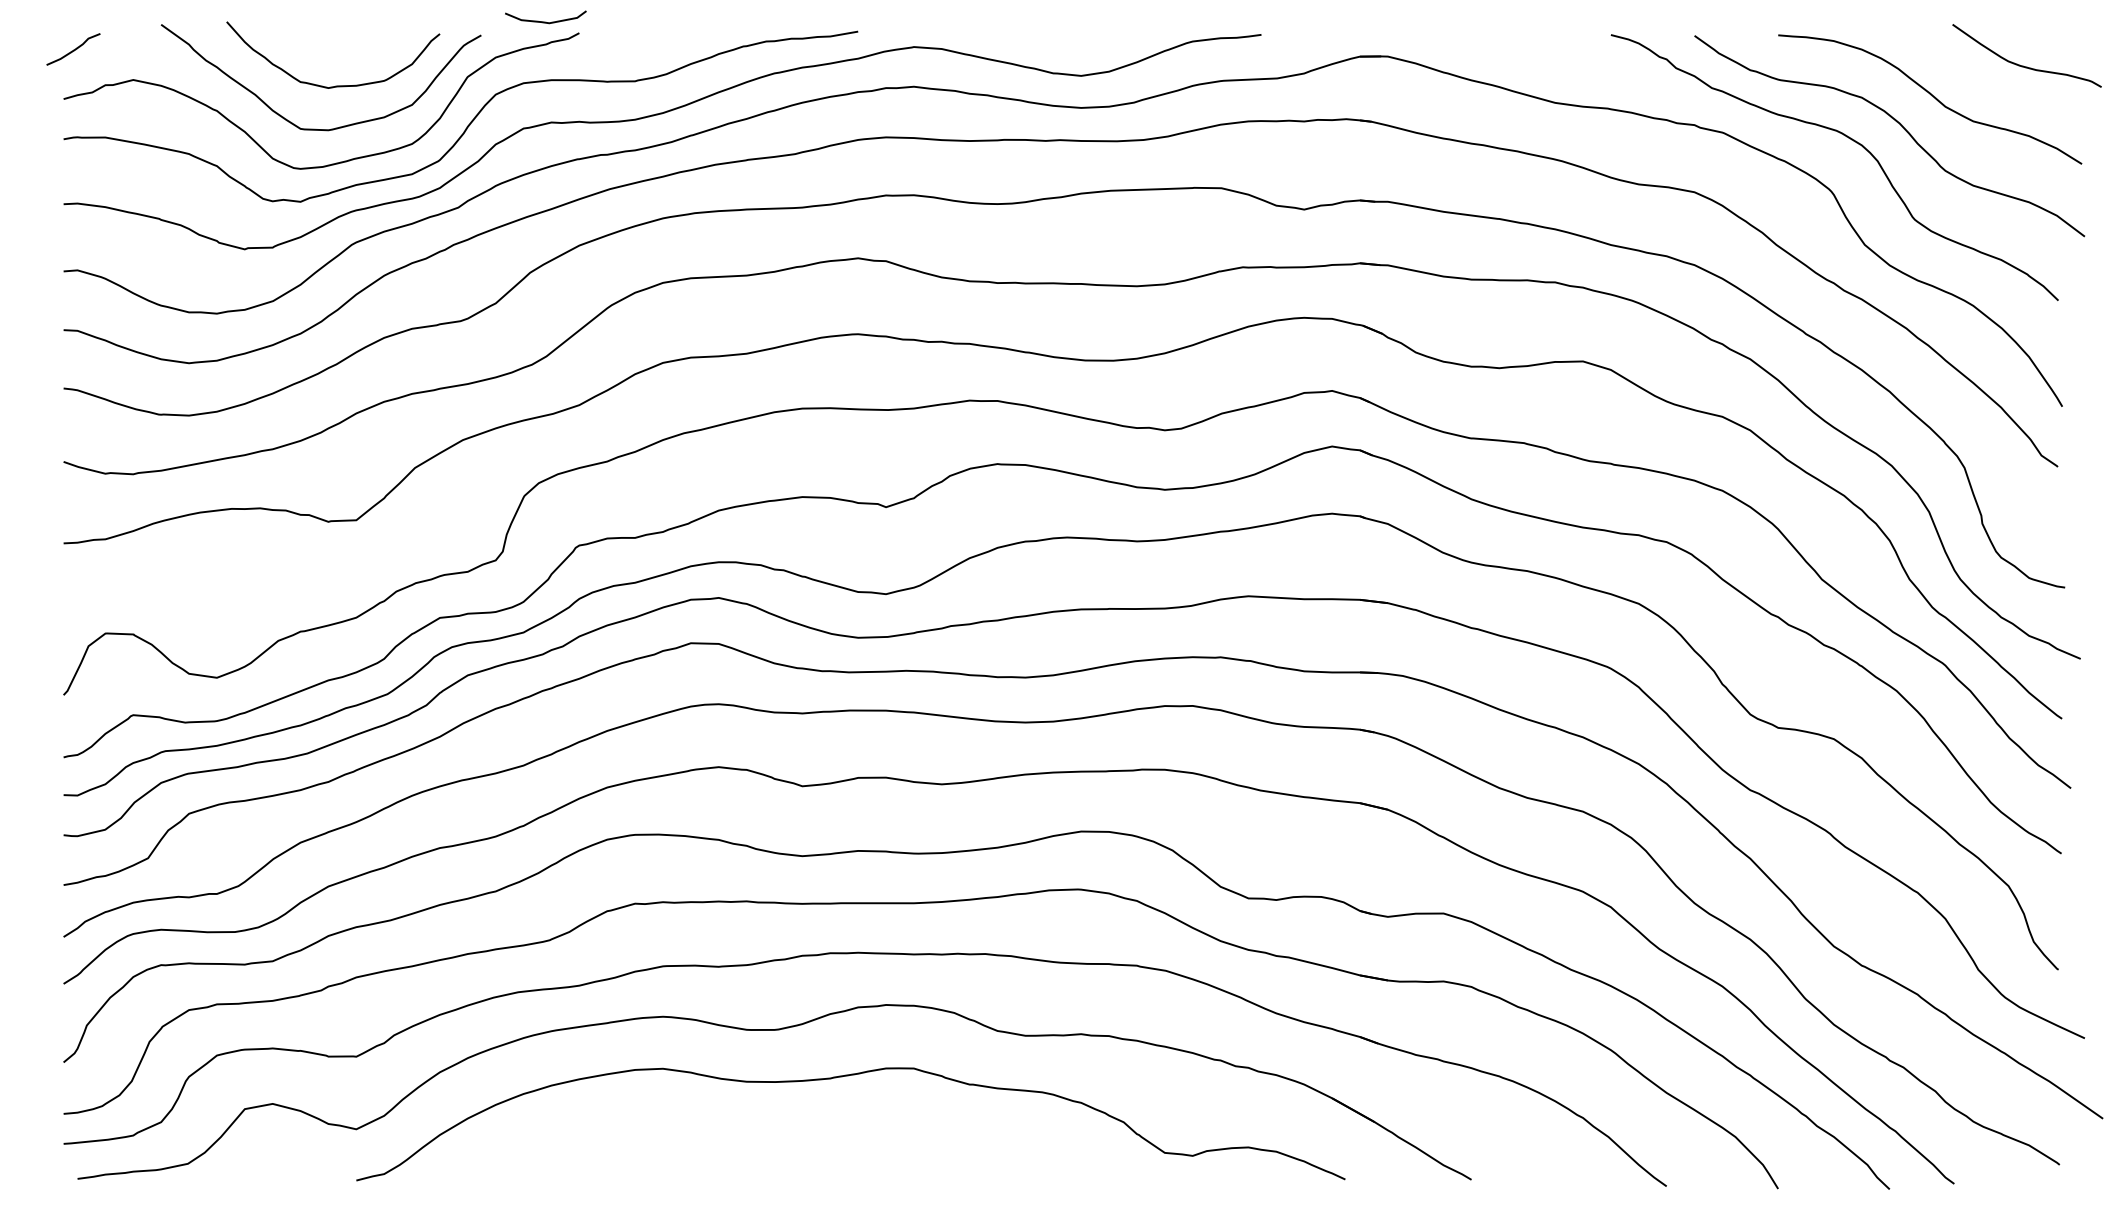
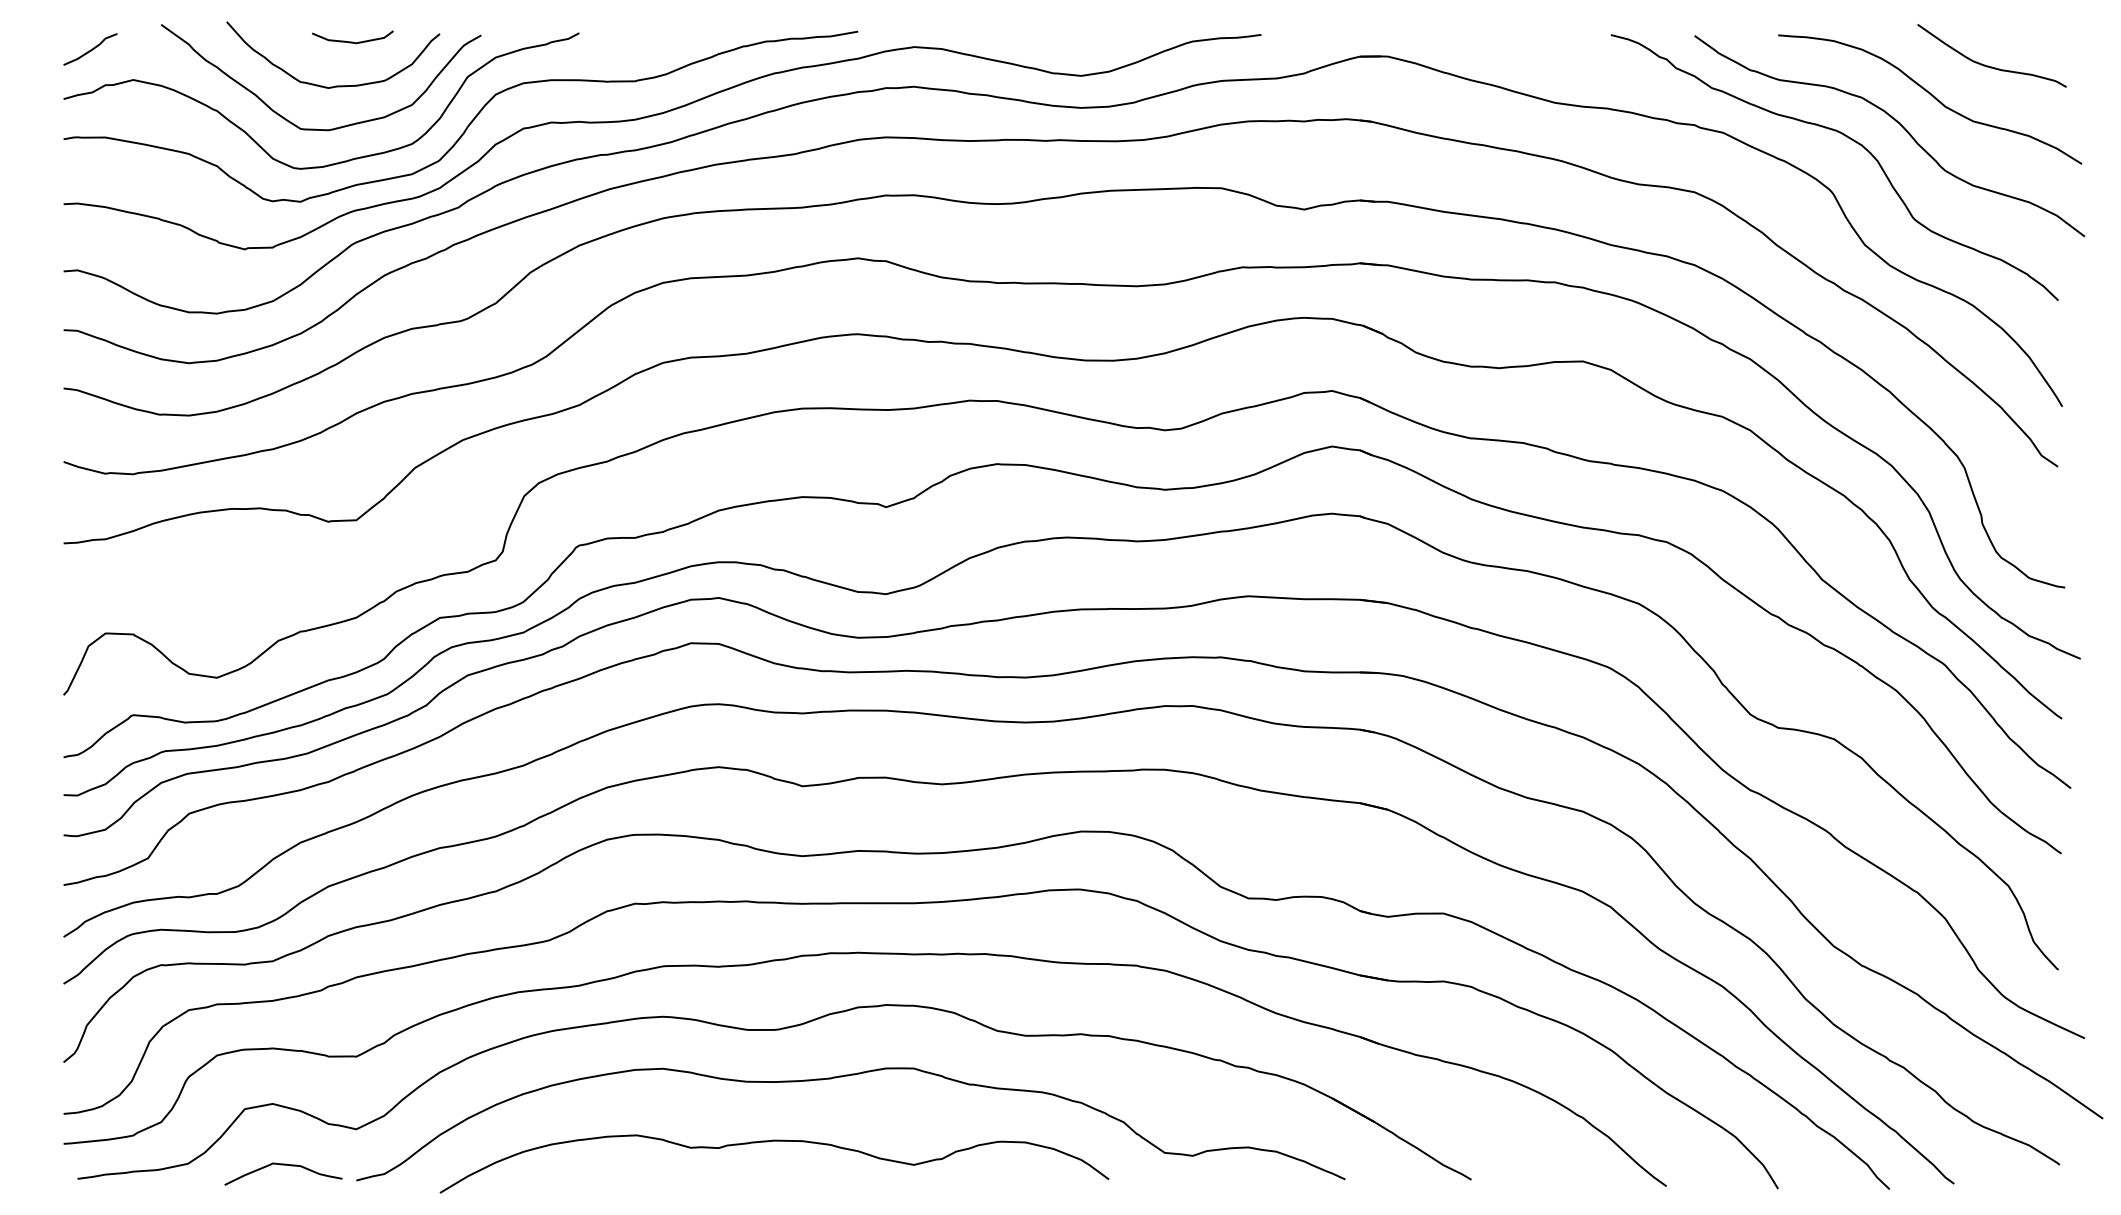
curve at (545, 21) position: (545, 21) -> (352, 41)
curve at (73, 49) position: (73, 49) -> (90, 49)
curve at (2023, 65) position: (2023, 65) -> (1988, 65)
curve at (768, 1142): none -> present
curve at (283, 1165): none -> present
